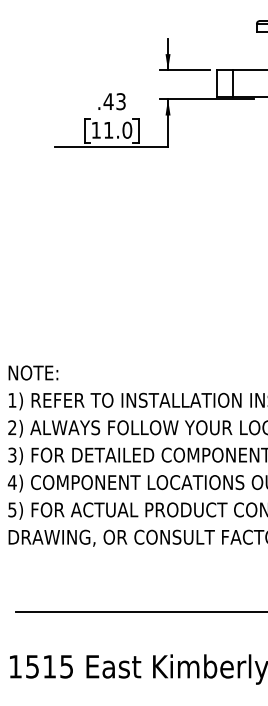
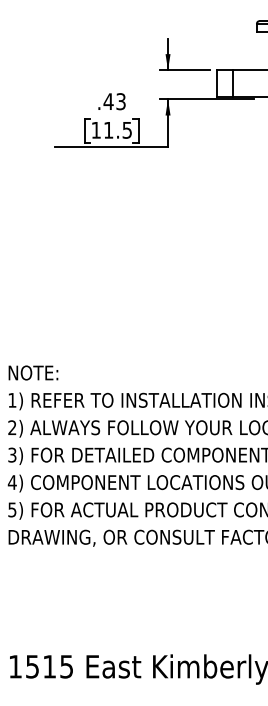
text at (127, 129): 11.0 -> 11.5
line at (139, 612): present -> none
